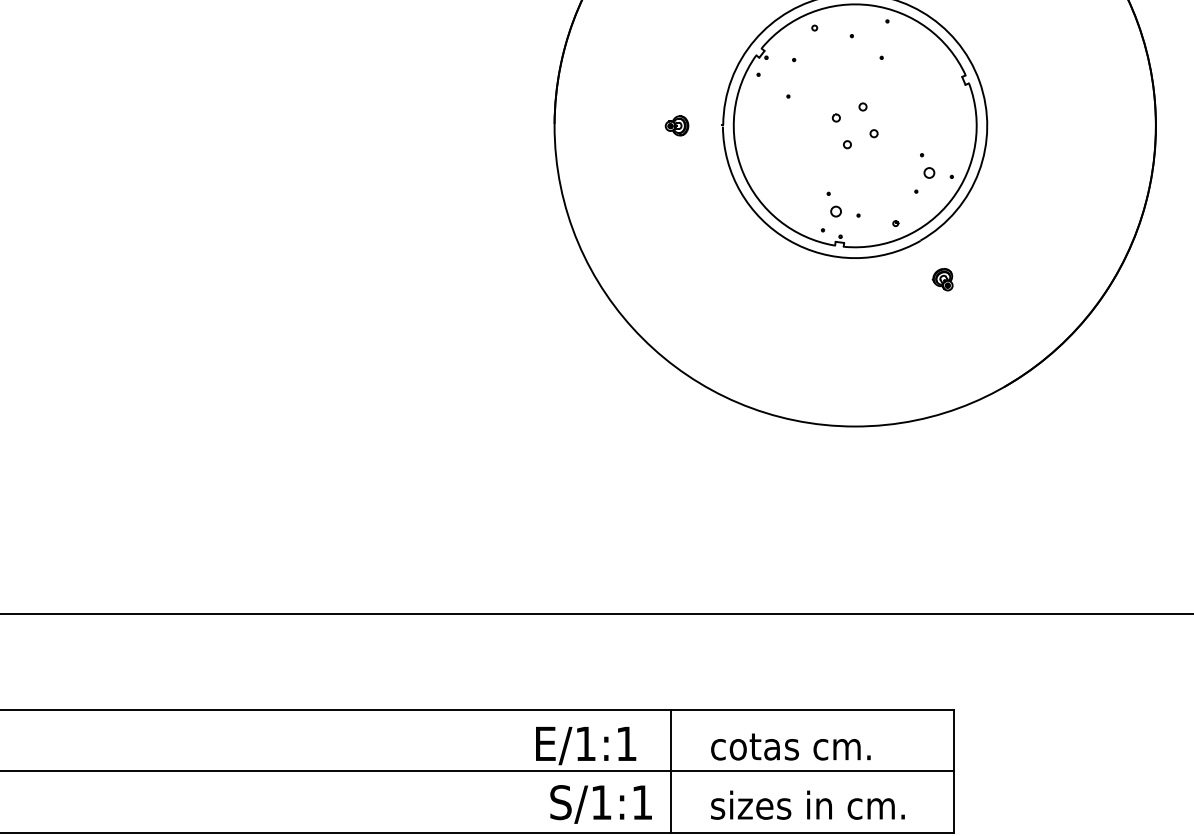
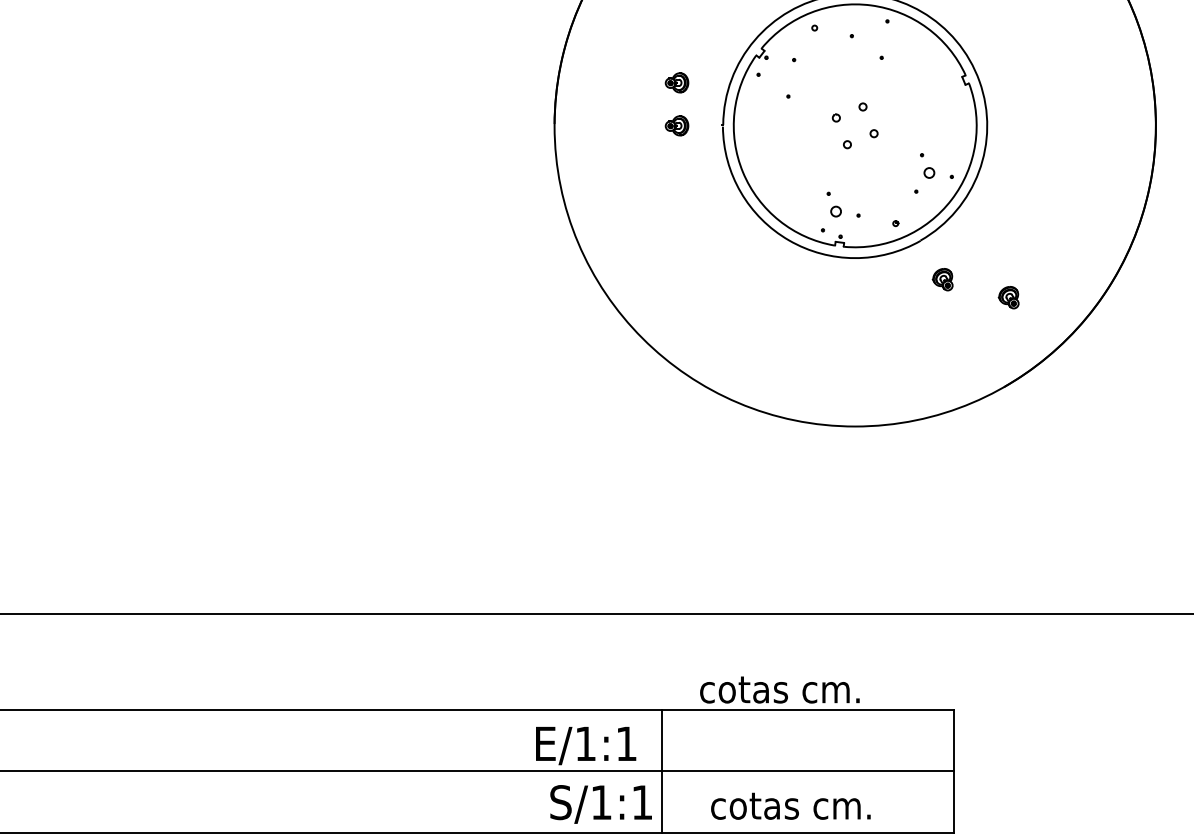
part at (676, 82): none -> present
part at (1008, 297): none -> present
text at (790, 746) position: (790, 746) -> (779, 689)
line at (670, 771) position: (670, 771) -> (661, 771)
text at (807, 804): sizes in cm. -> cotas cm.
